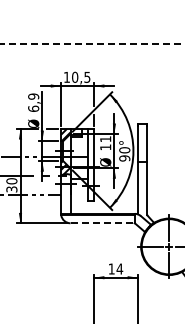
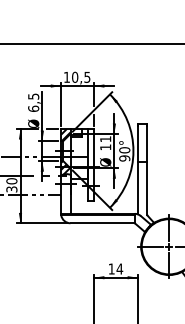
line at (92, 43): dashed -> solid
text at (33, 96): 6,9 -> 6,5
line at (103, 223): dashed -> solid
